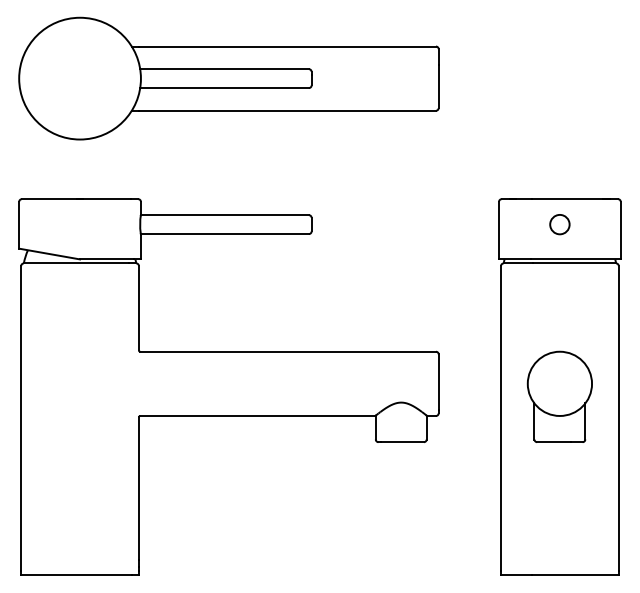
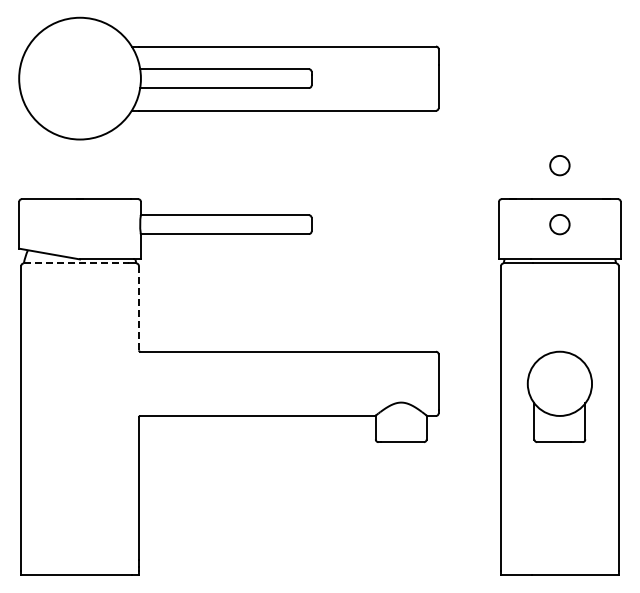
circle at (559, 165): none -> present
line at (76, 263): solid -> dashed
line at (138, 308): solid -> dashed
